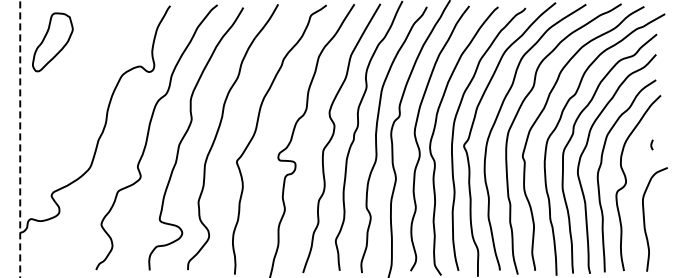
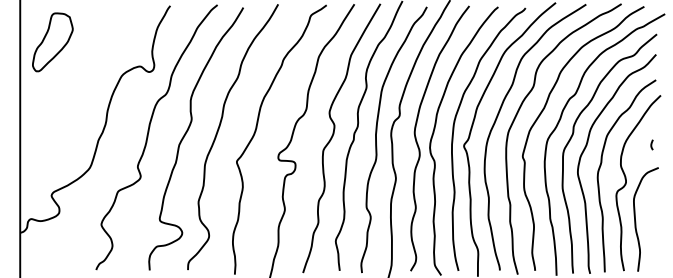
line at (20, 138): dashed -> solid
curve at (645, 221) position: (645, 221) -> (636, 221)
